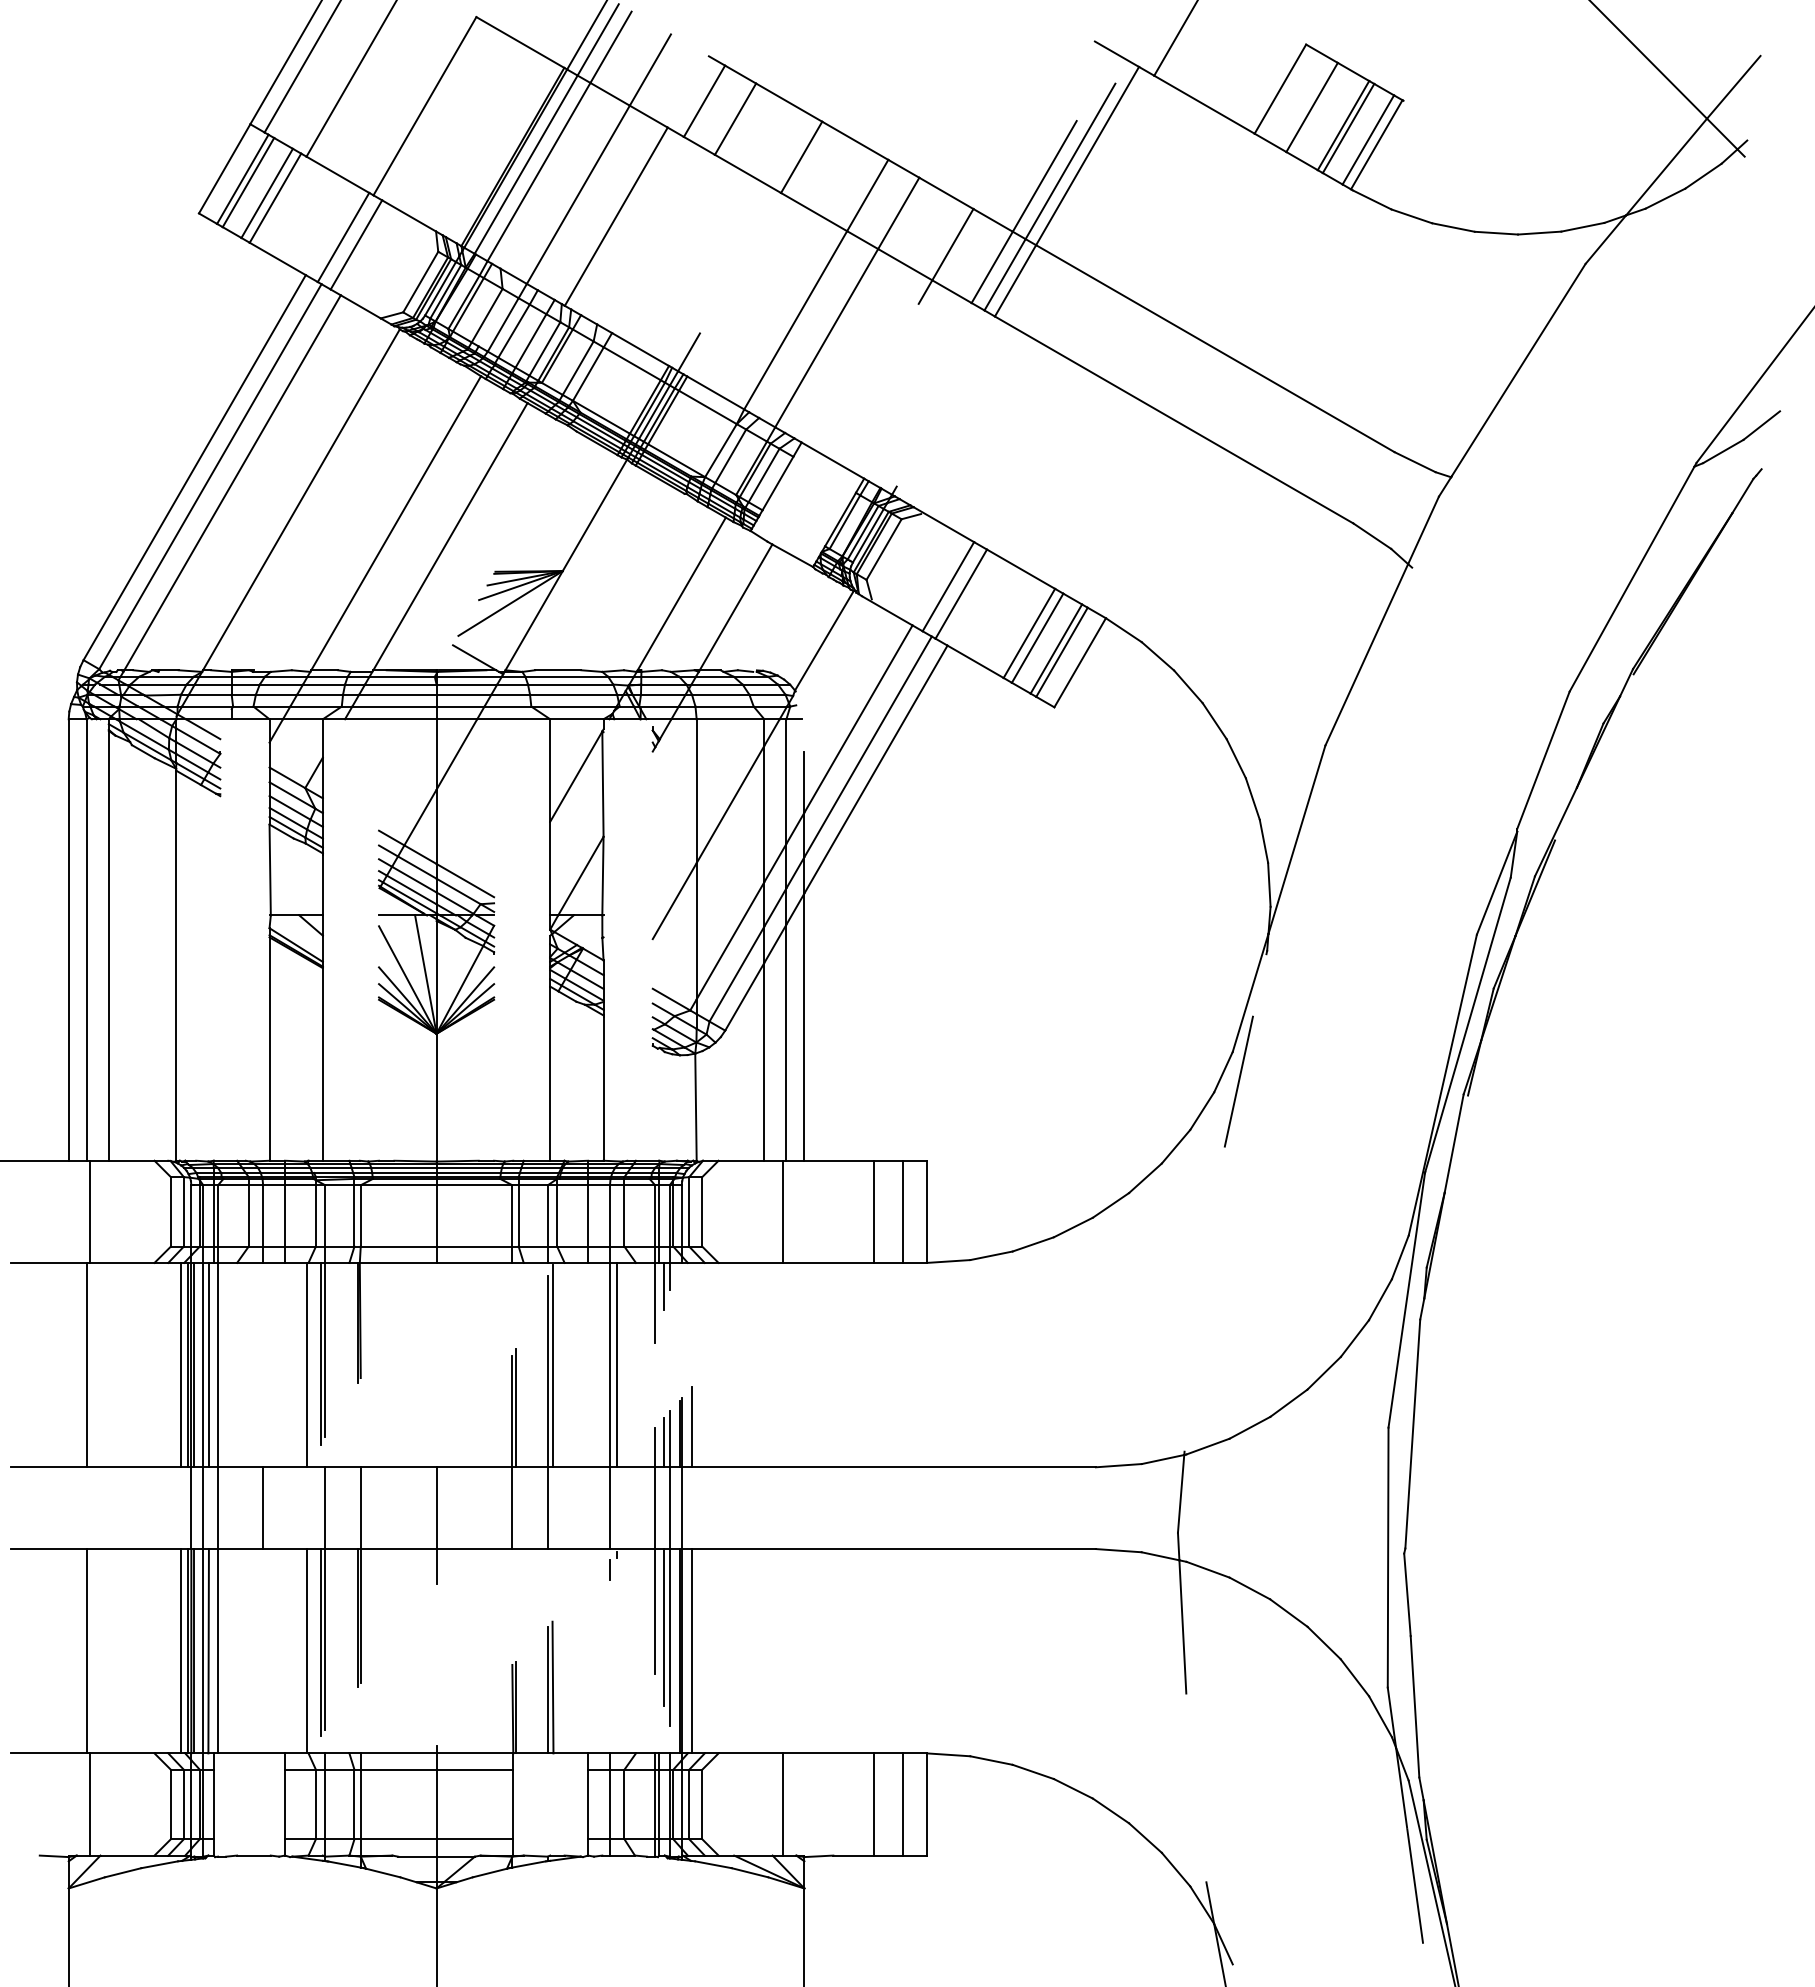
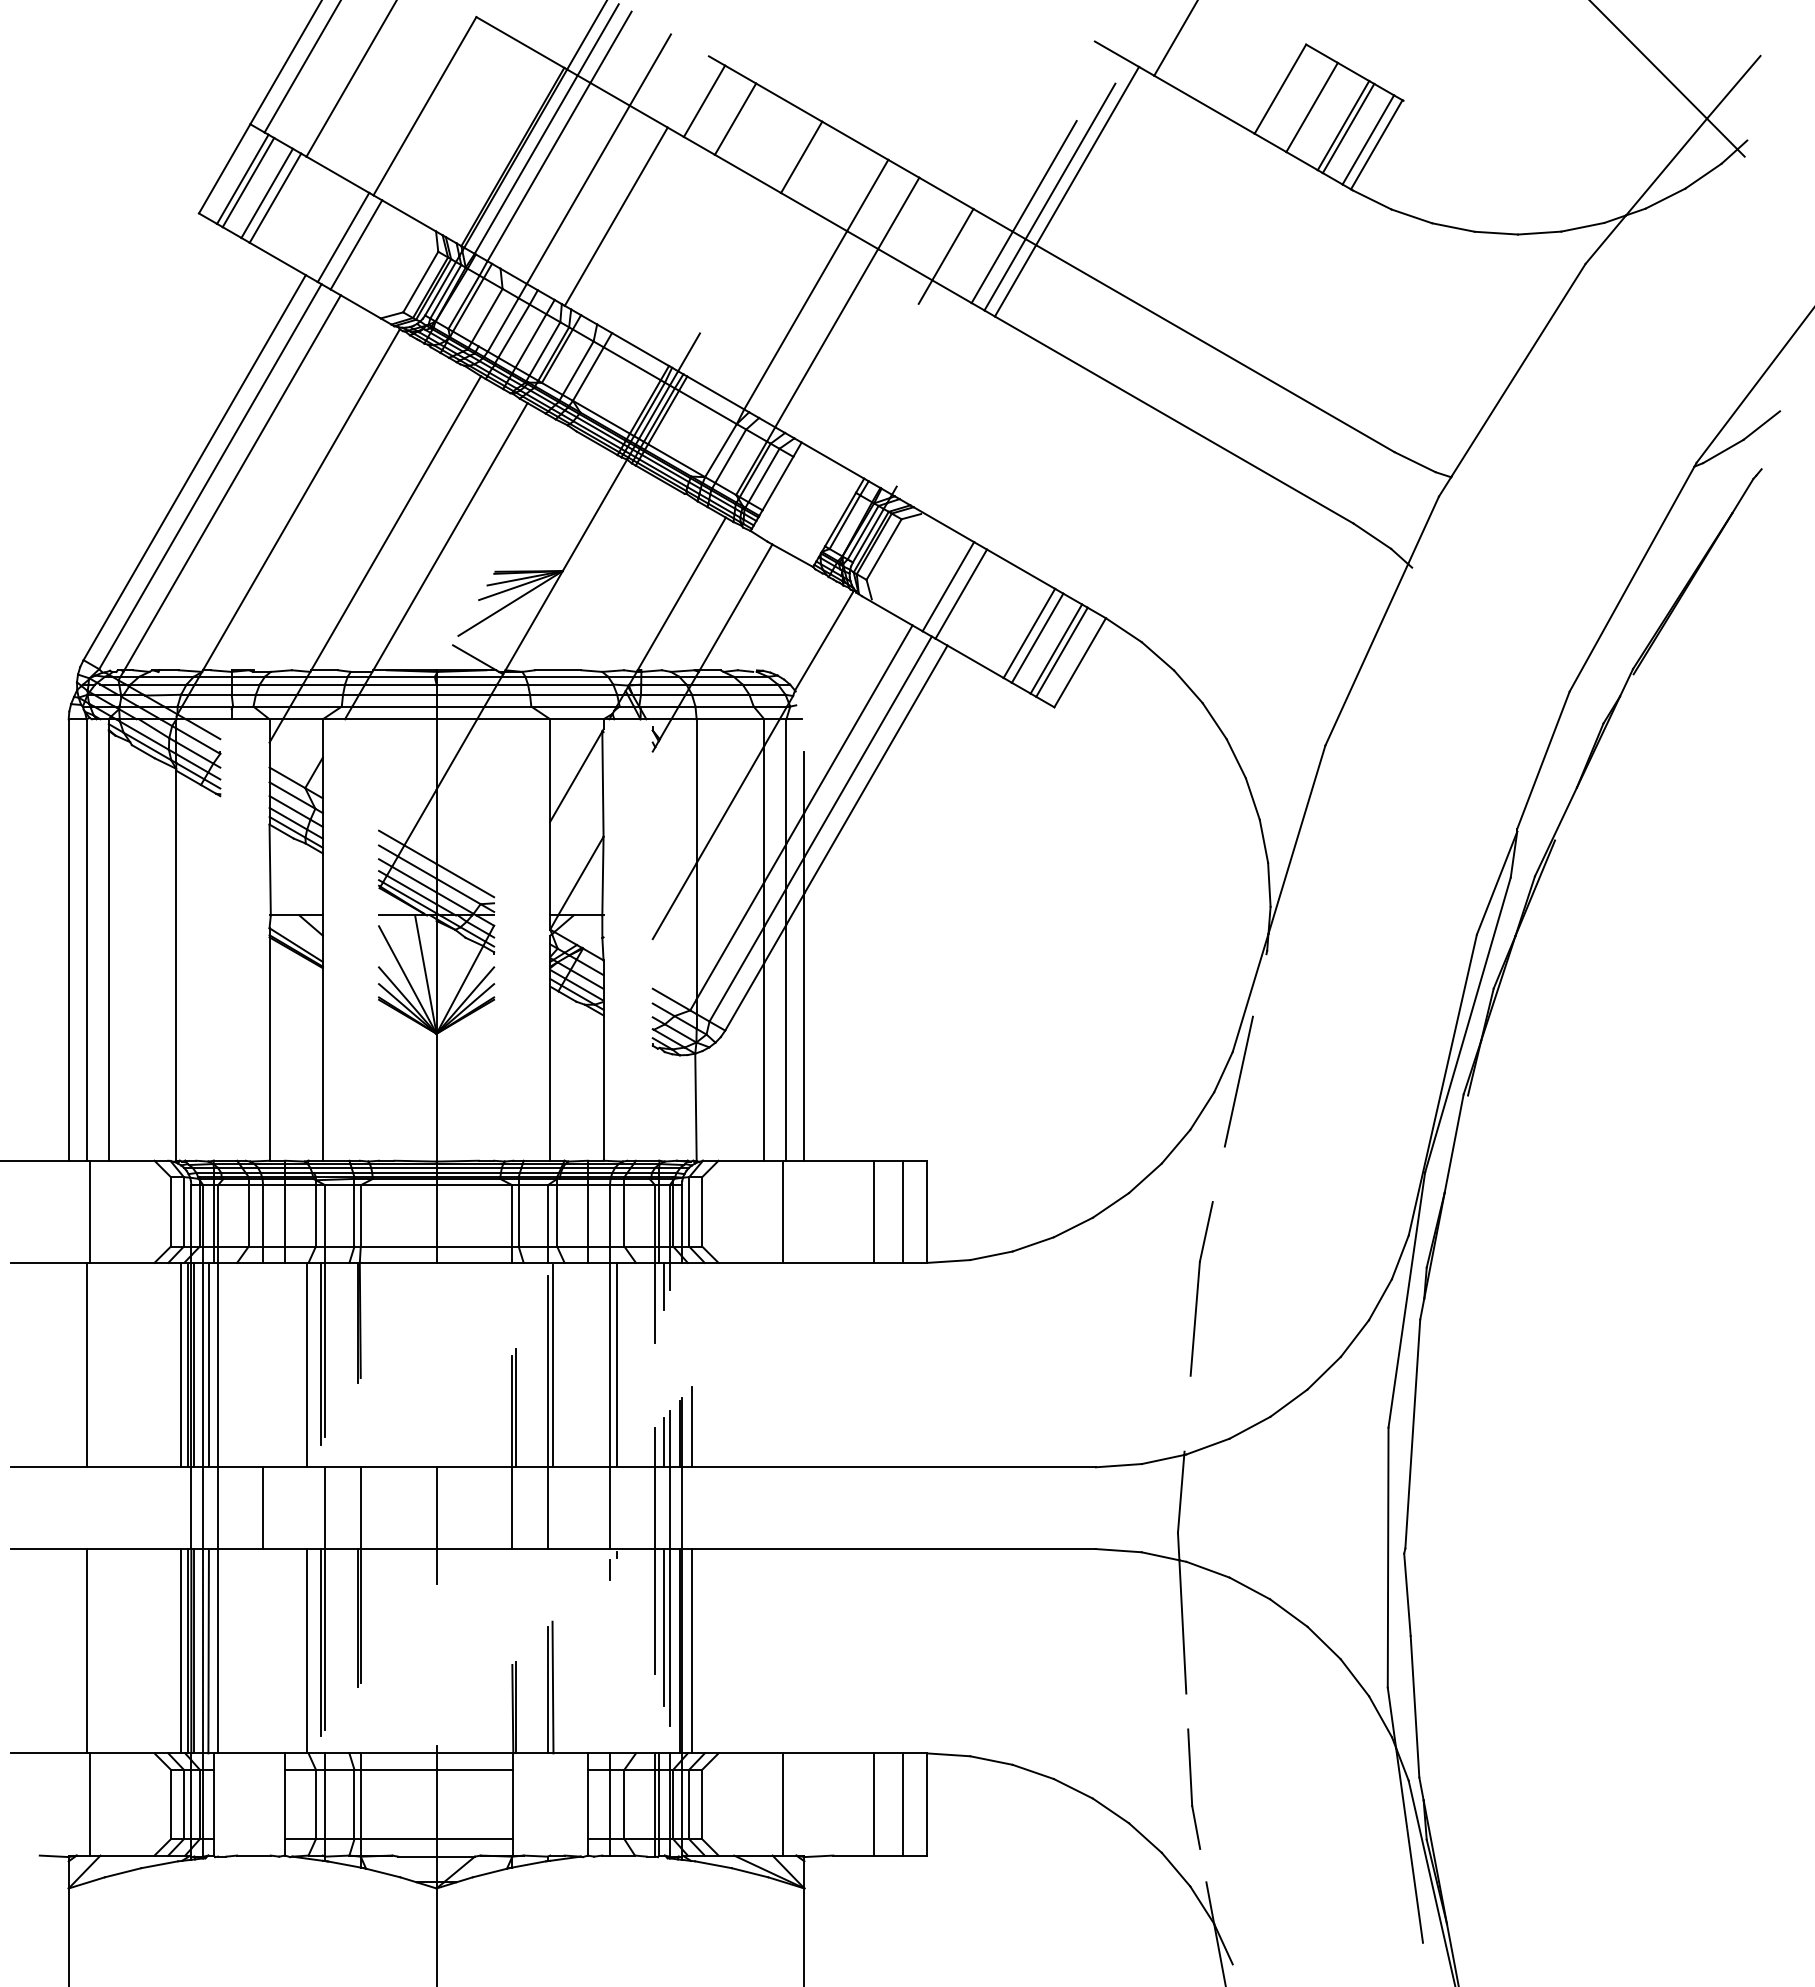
part at (1201, 1288): none -> present
part at (1194, 1788): none -> present
